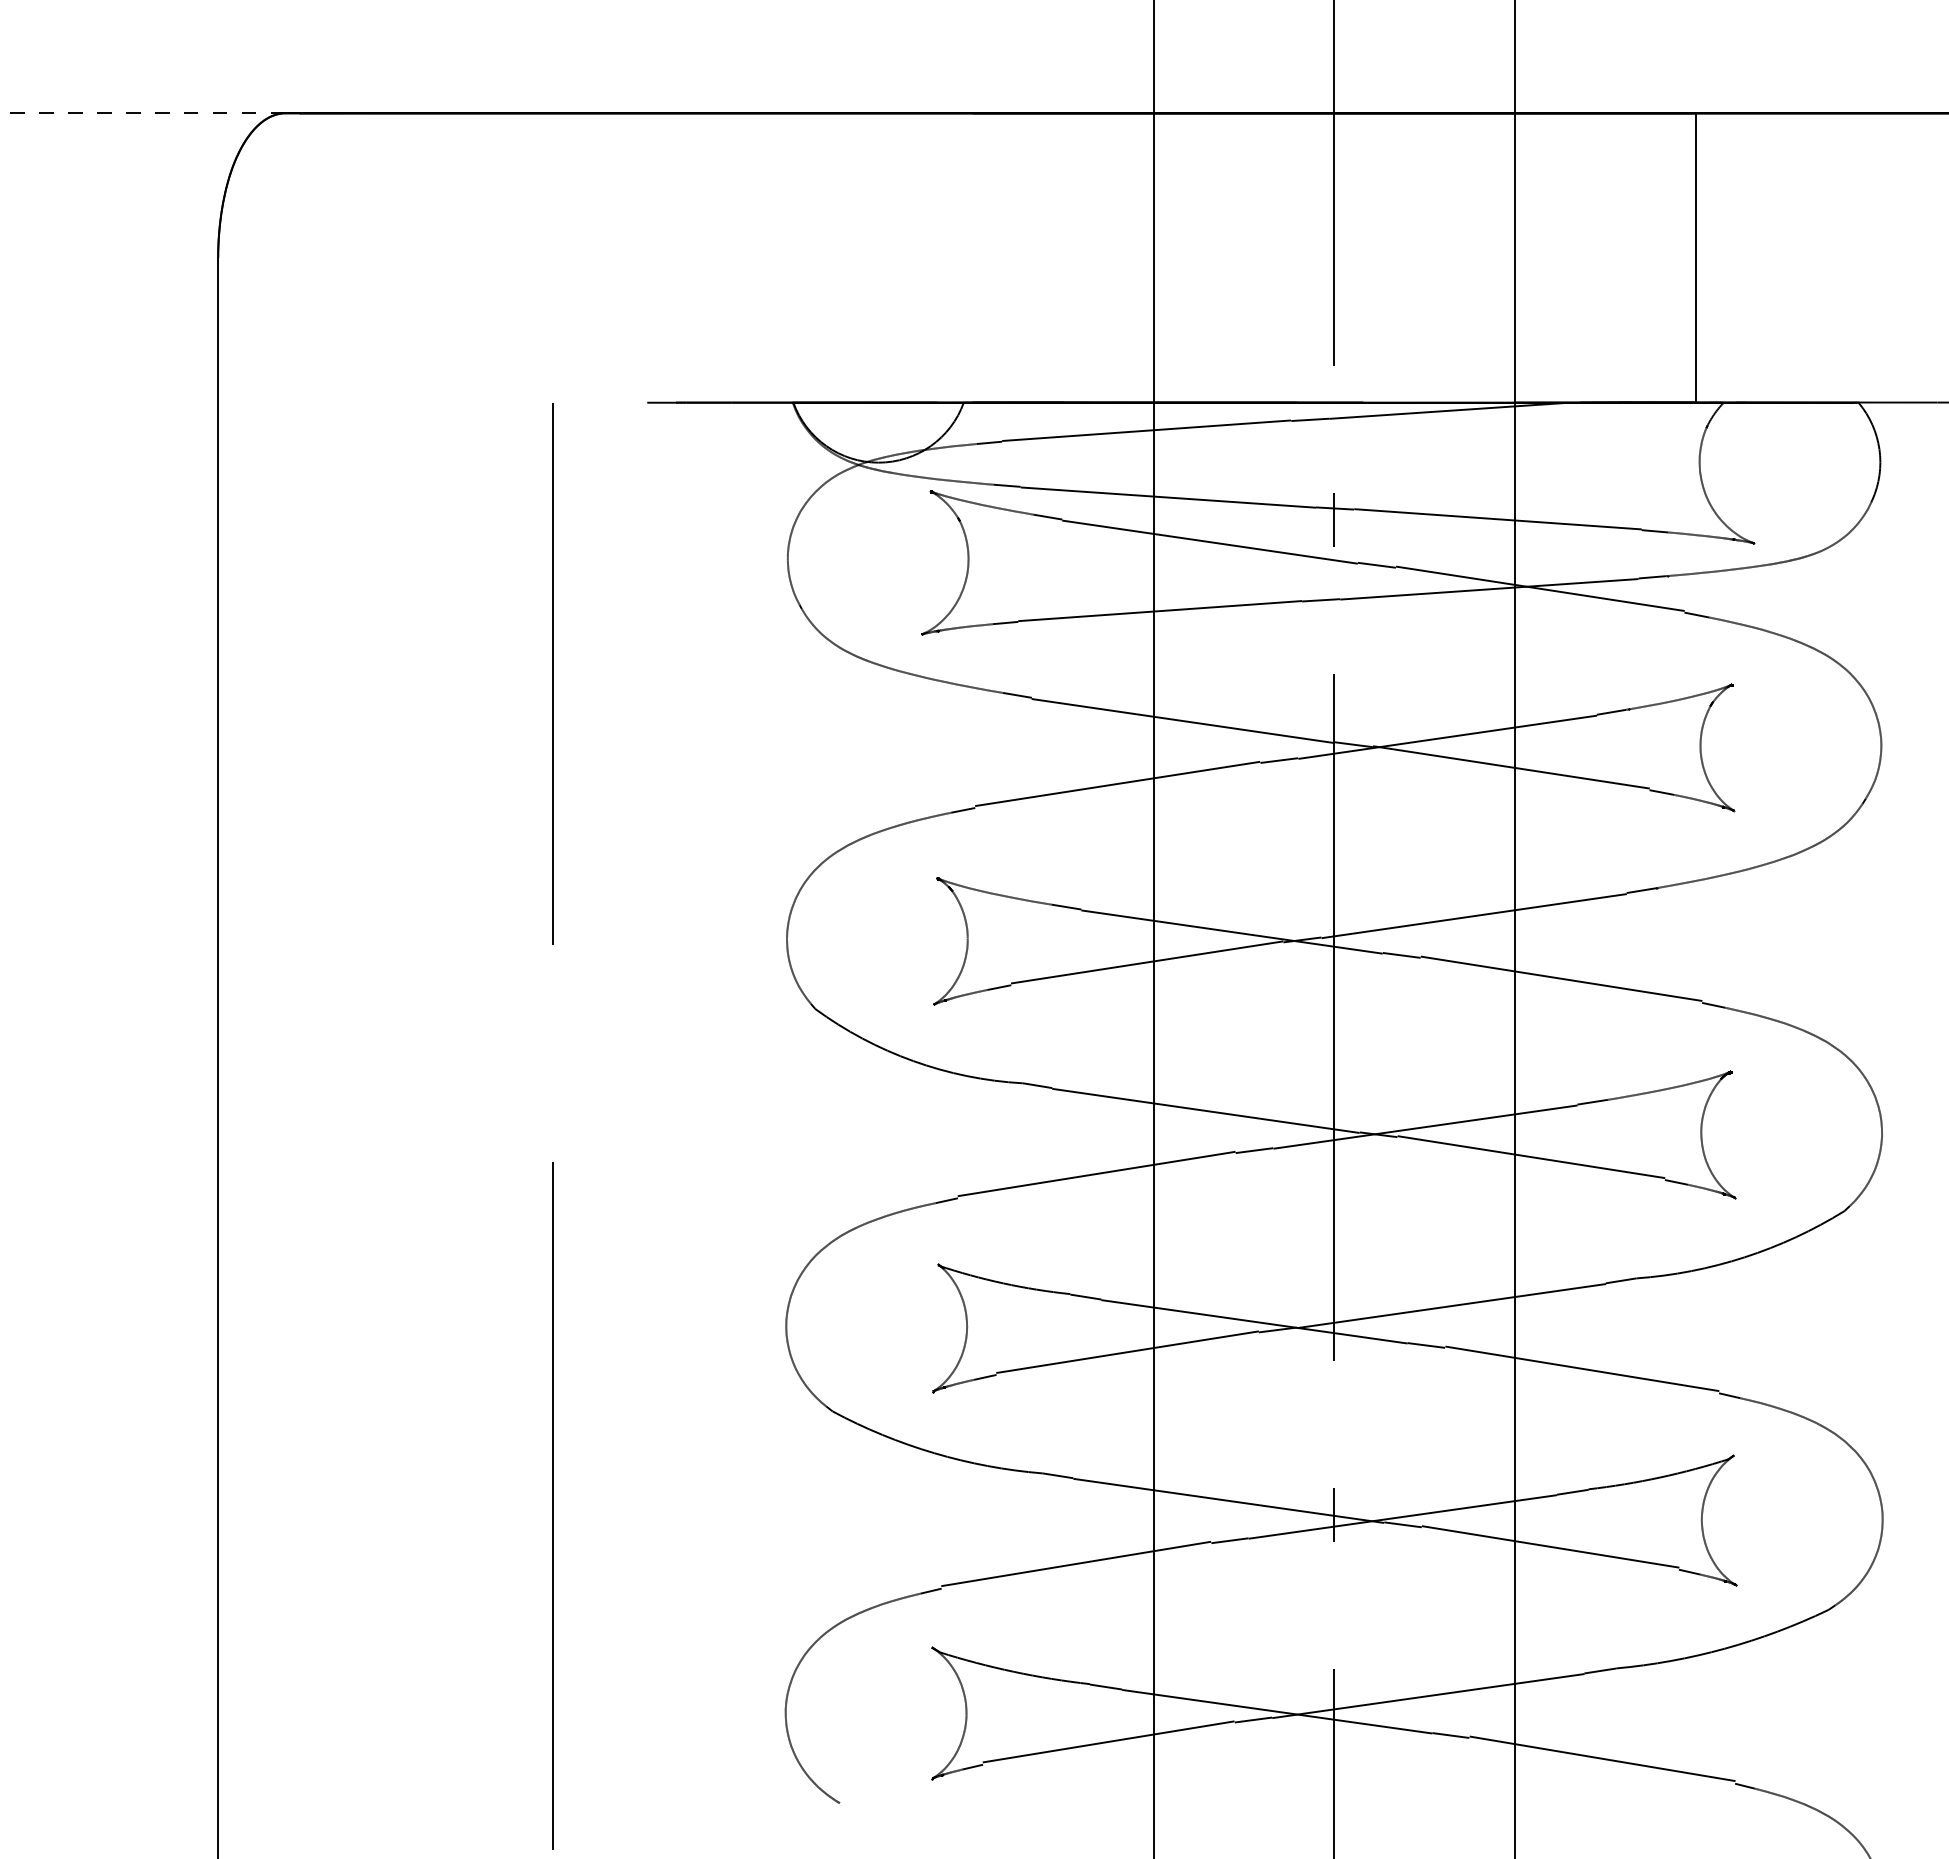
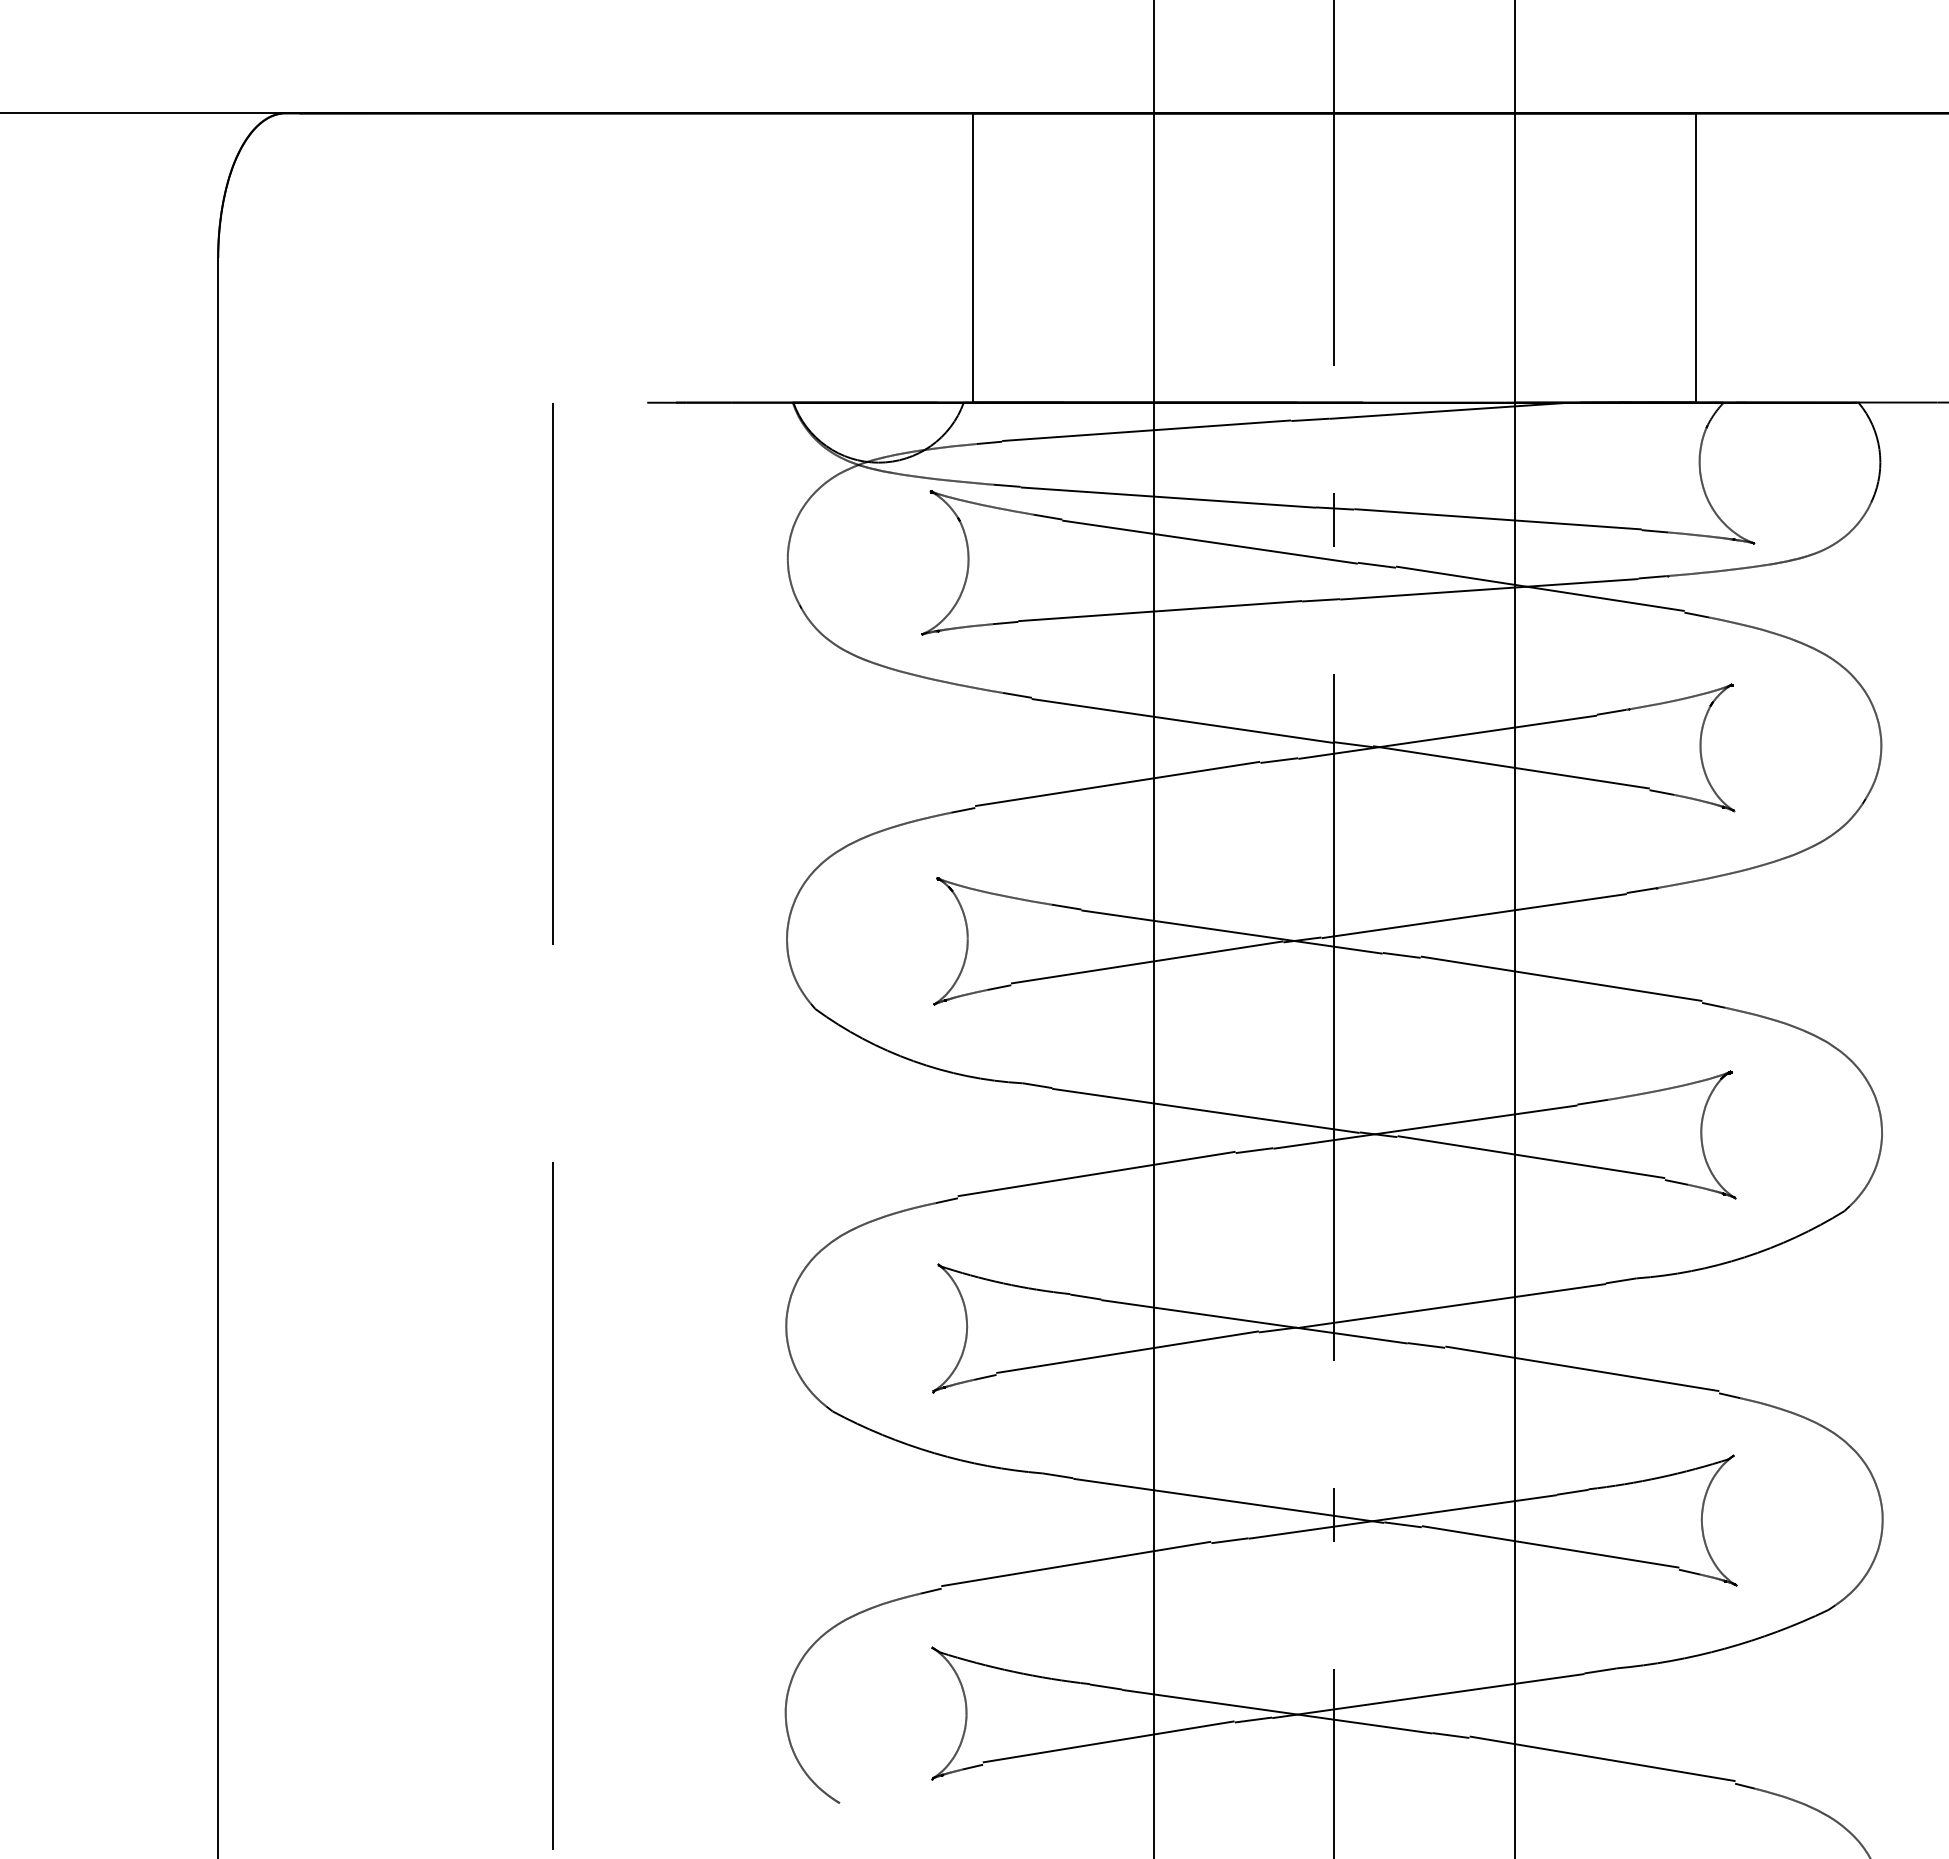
line at (143, 113): dashed -> solid
line at (972, 257): none -> present
